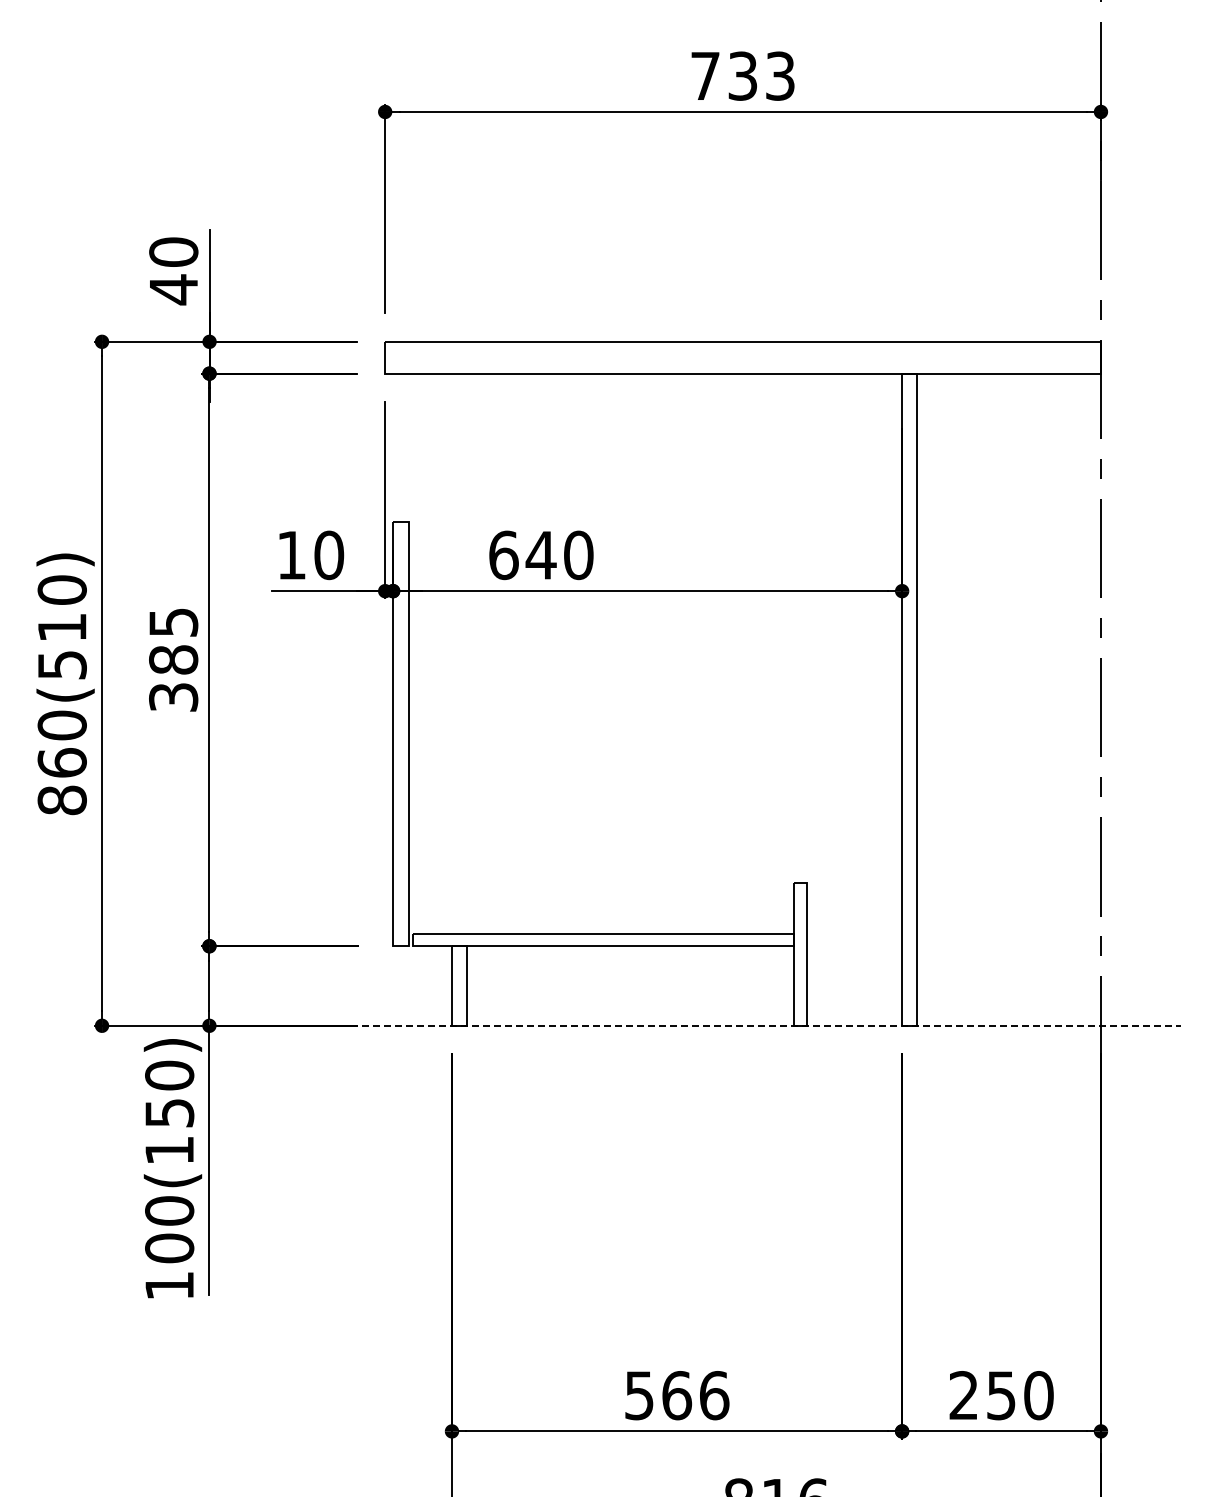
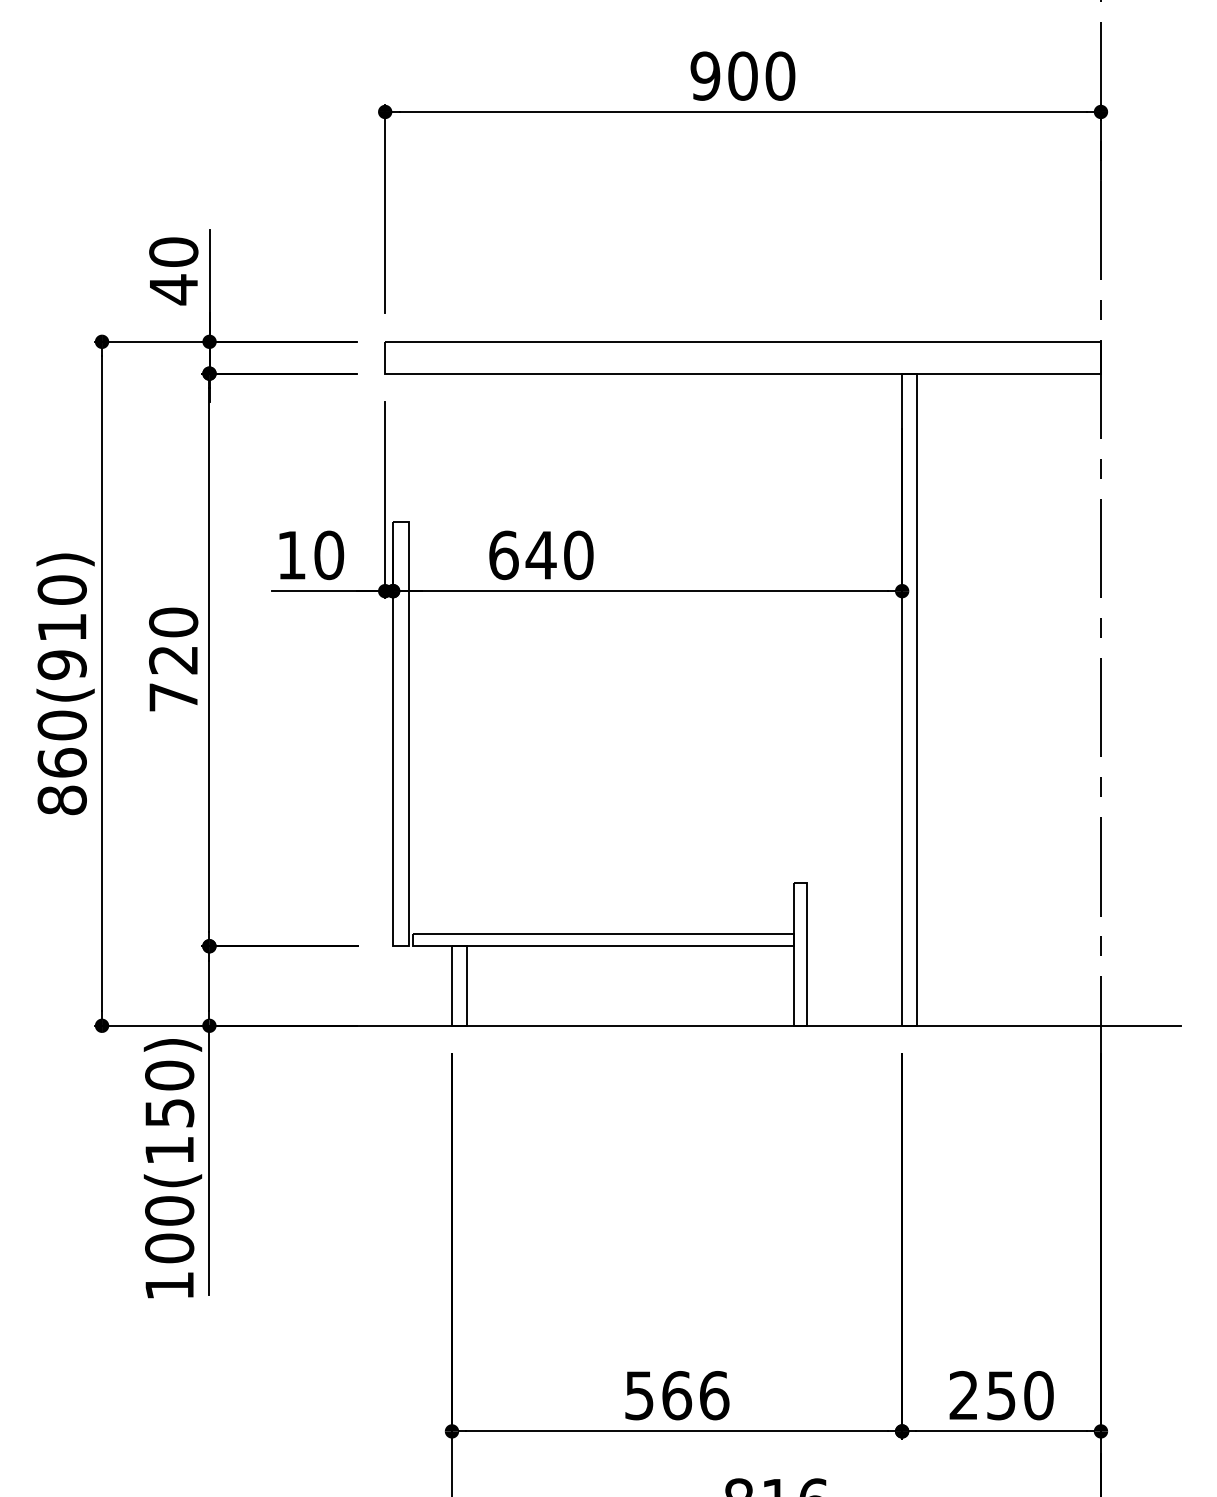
text at (742, 75): 733 -> 900
text at (173, 659): 385 -> 720
text at (61, 664): 860(510) -> 860(910)
line at (732, 1025): dashed -> solid
